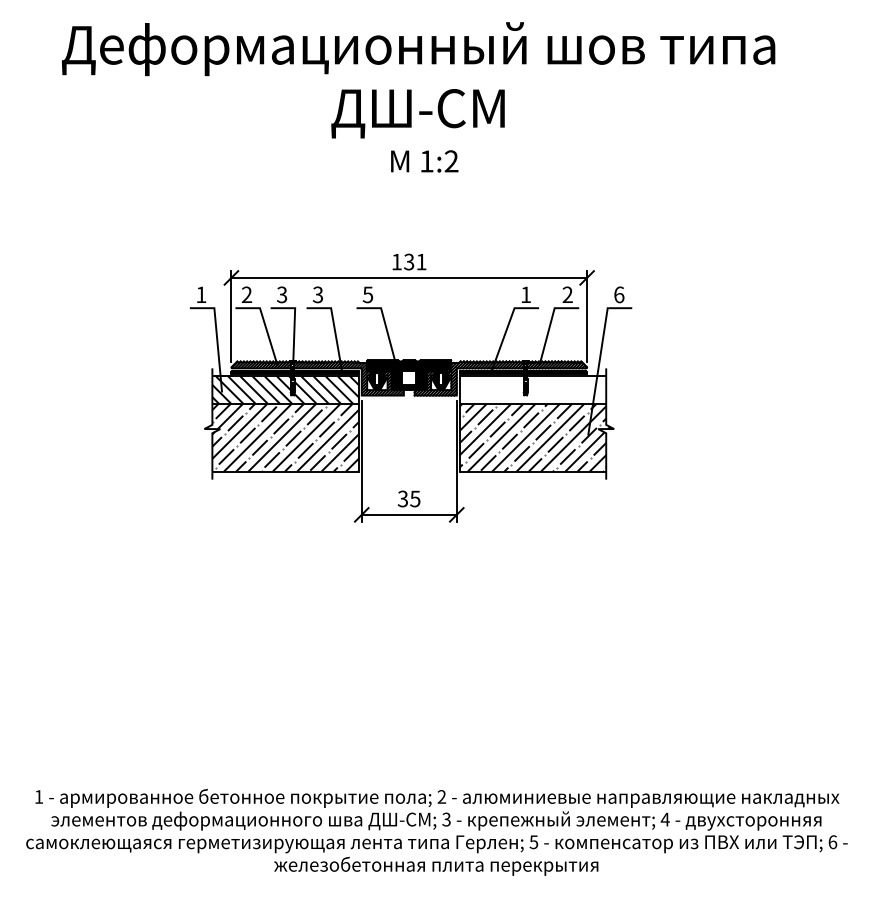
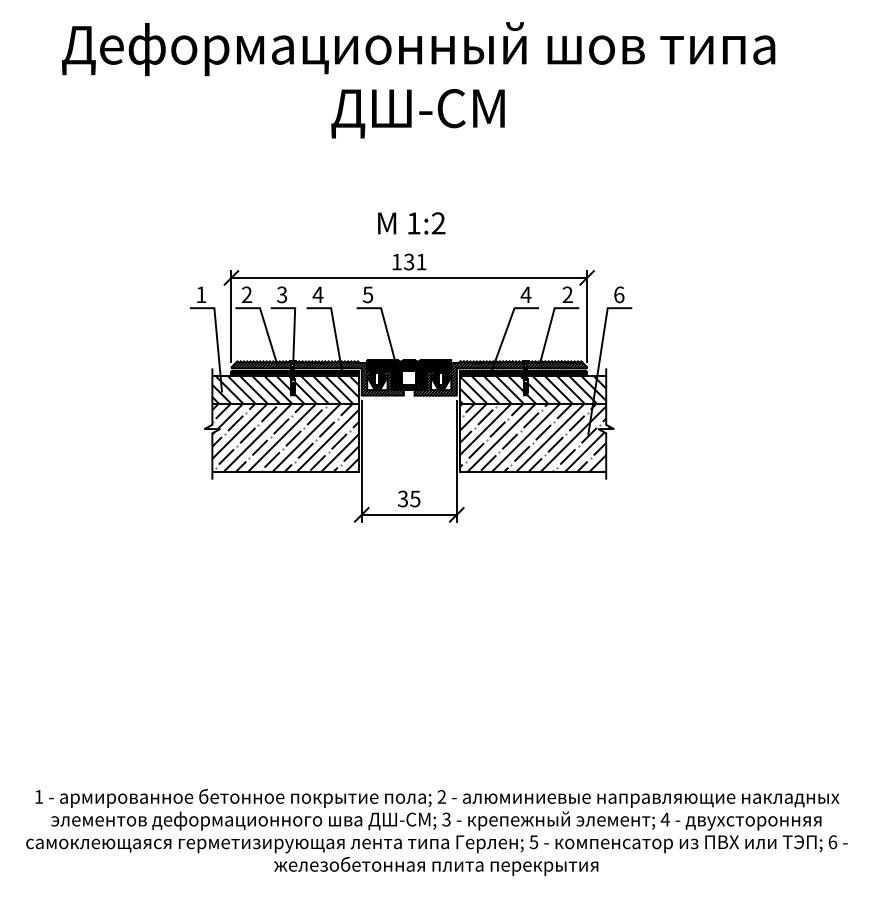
text at (424, 161) position: (424, 161) -> (411, 223)
text at (317, 294): 3 -> 4
text at (525, 294): 1 -> 4
hatch at (532, 389): none -> present
